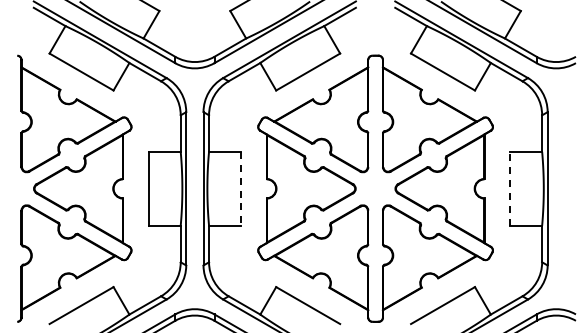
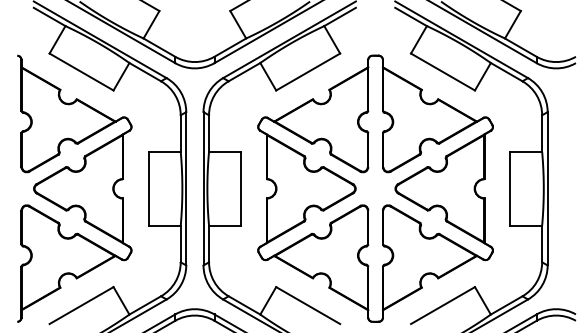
line at (240, 188): dashed -> solid
line at (510, 188): dashed -> solid
